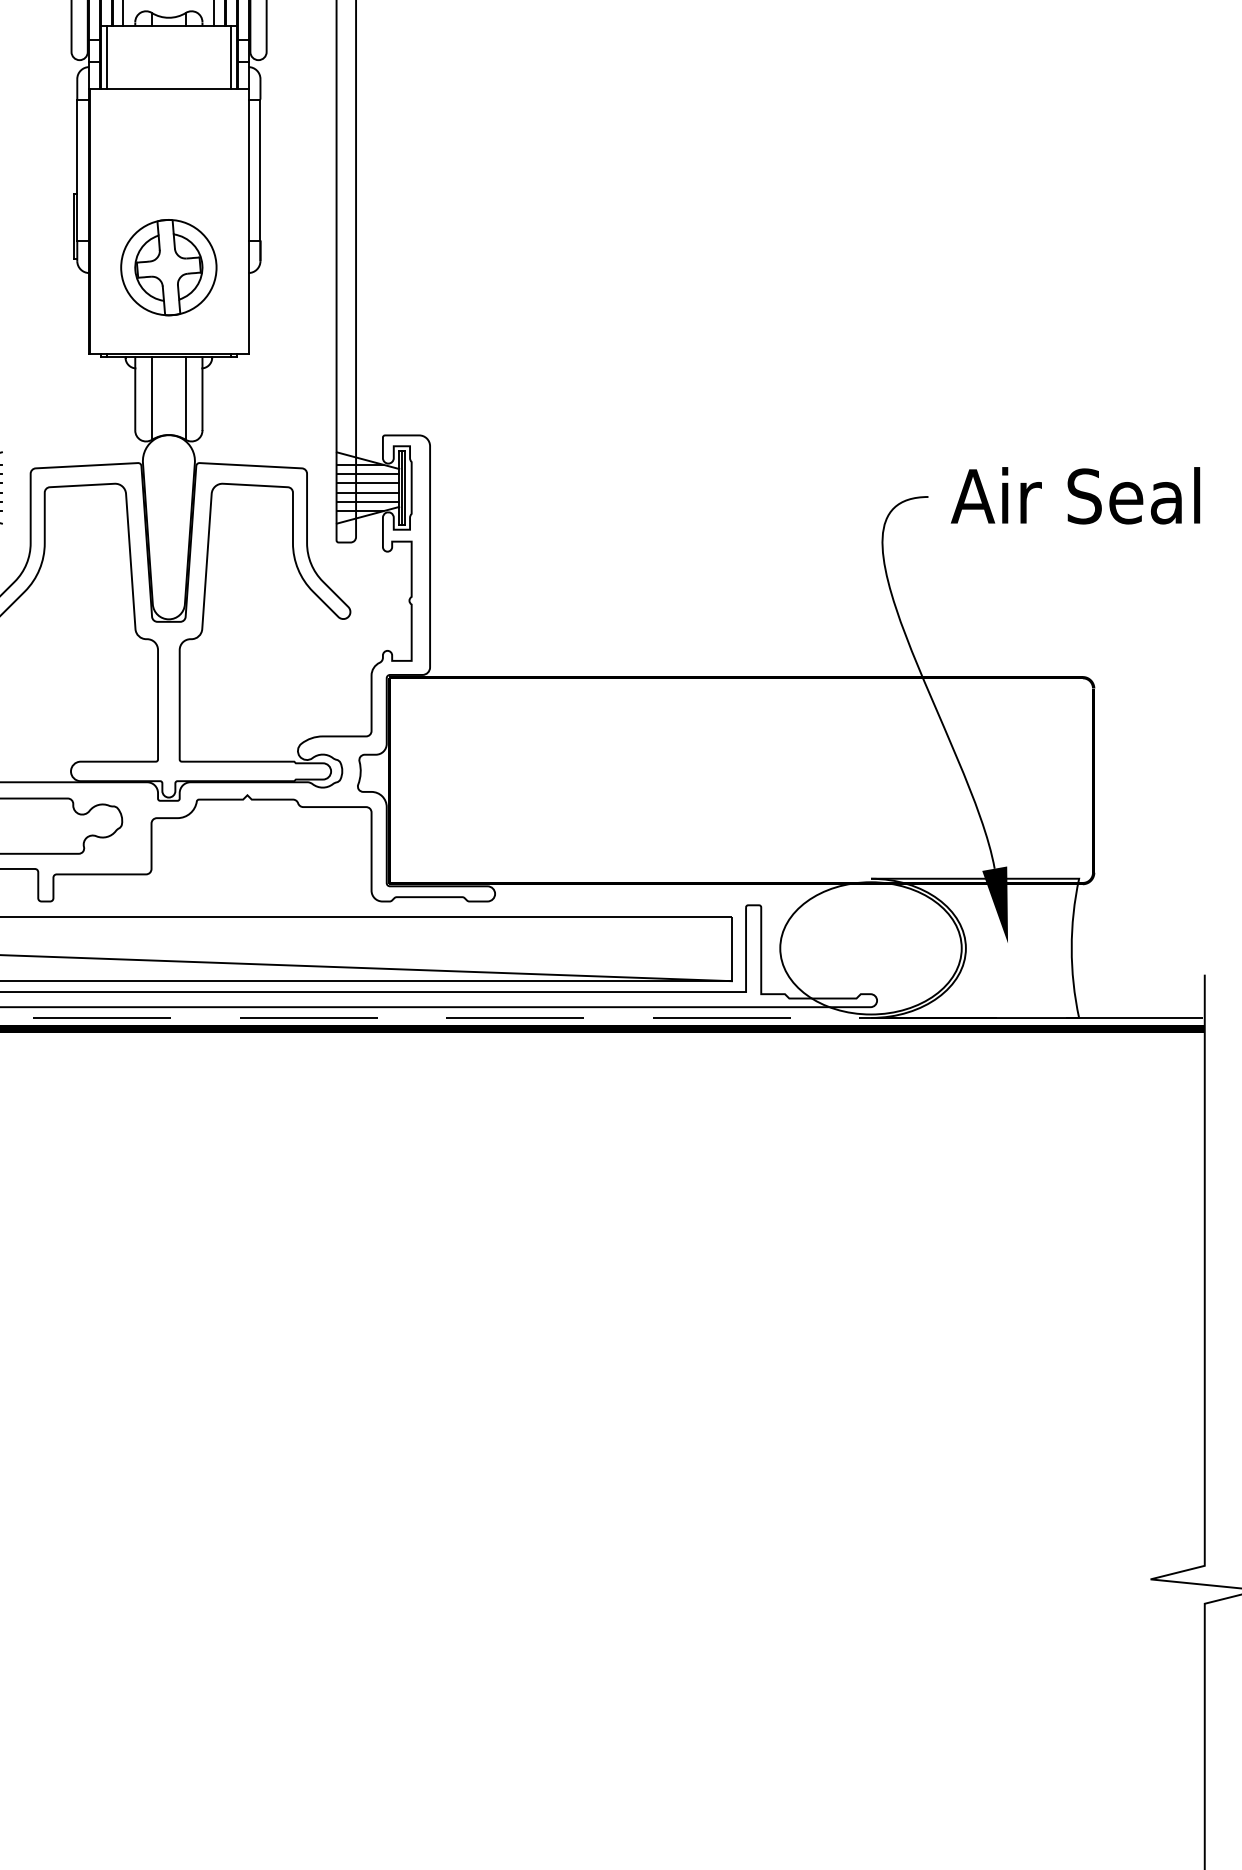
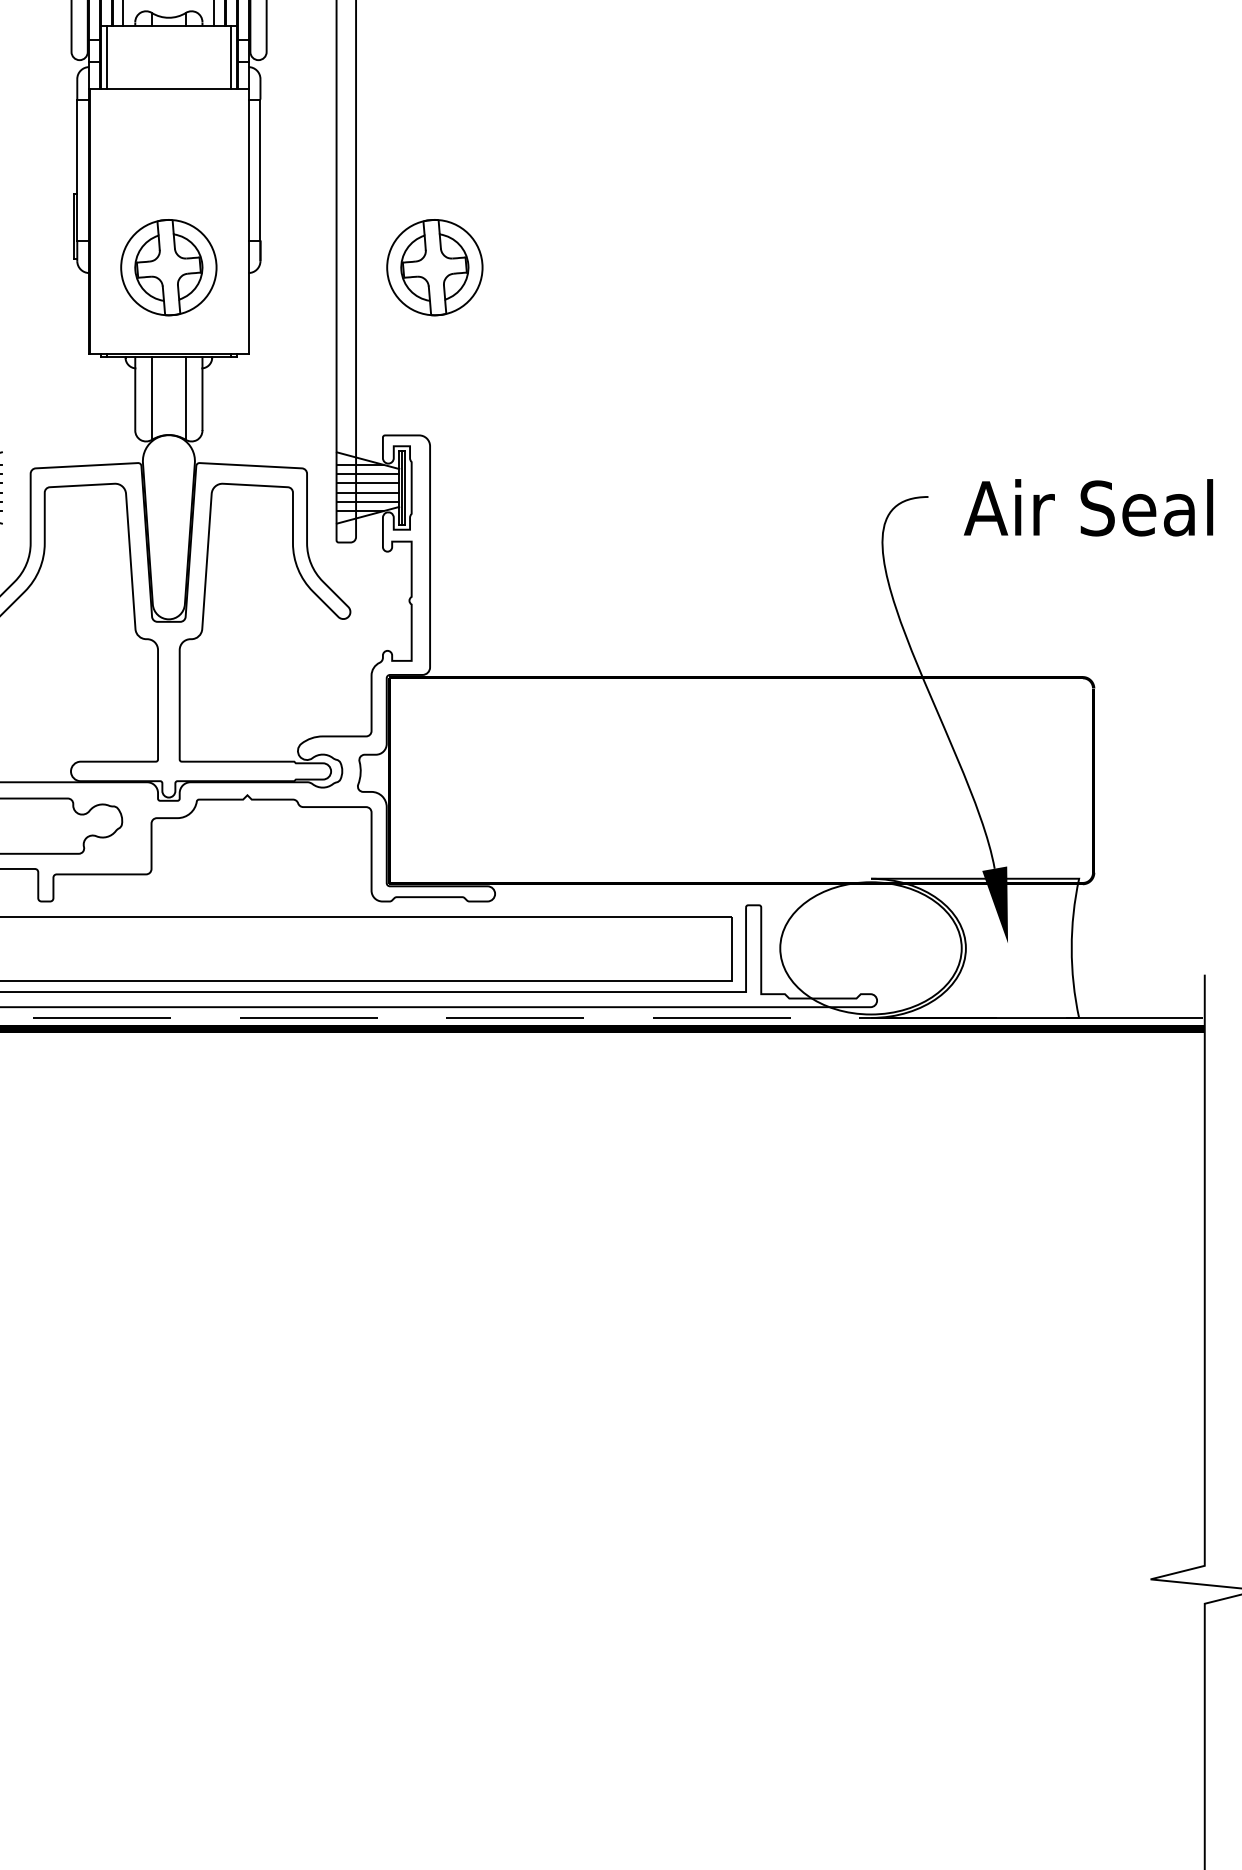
part at (434, 267): none -> present
text at (1075, 495) position: (1075, 495) -> (1088, 507)
line at (366, 968): present -> none
